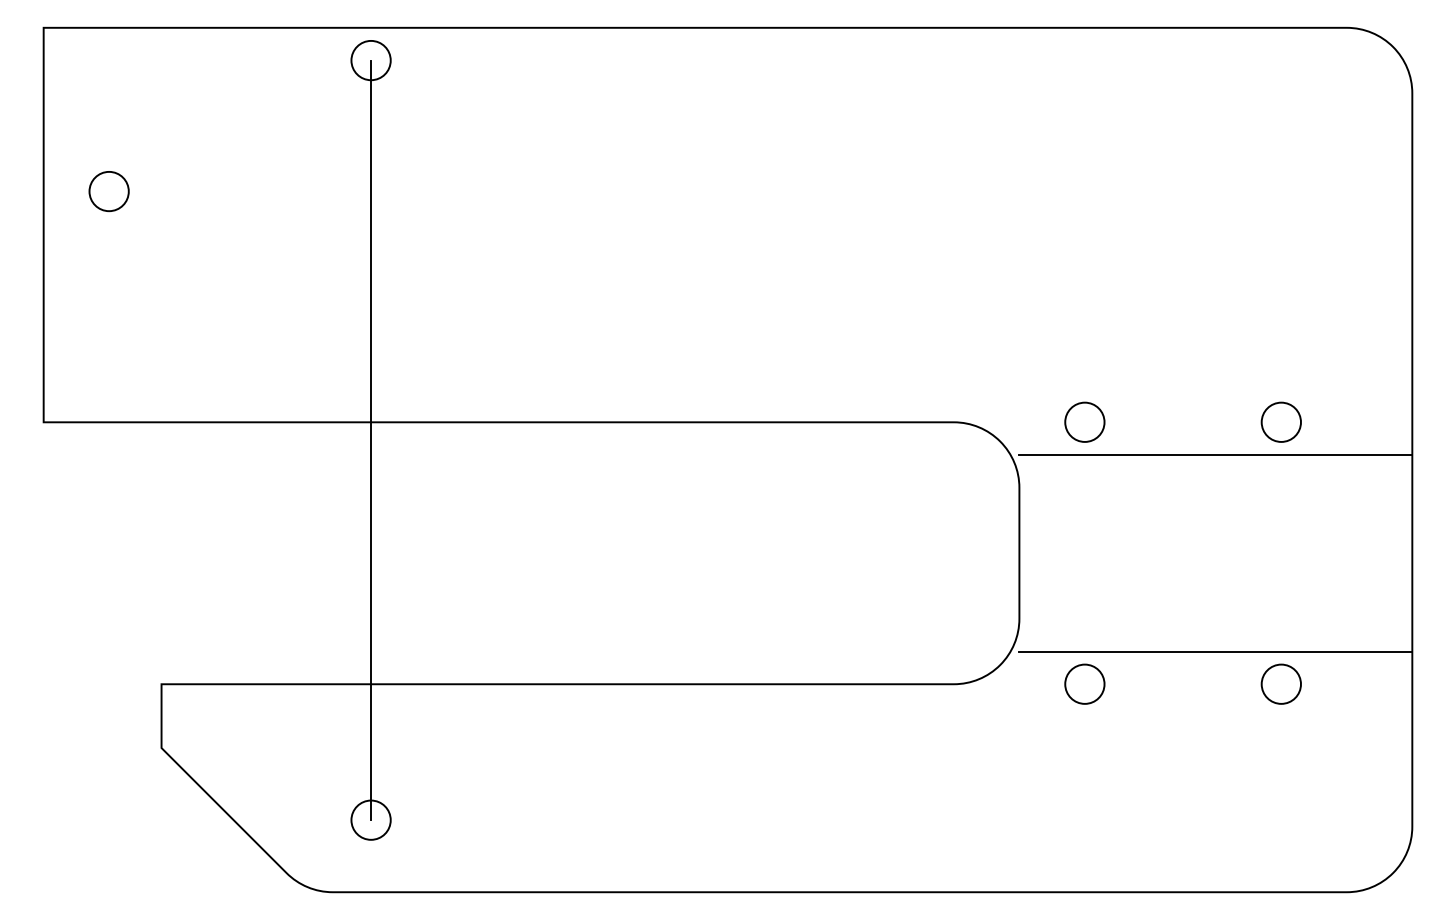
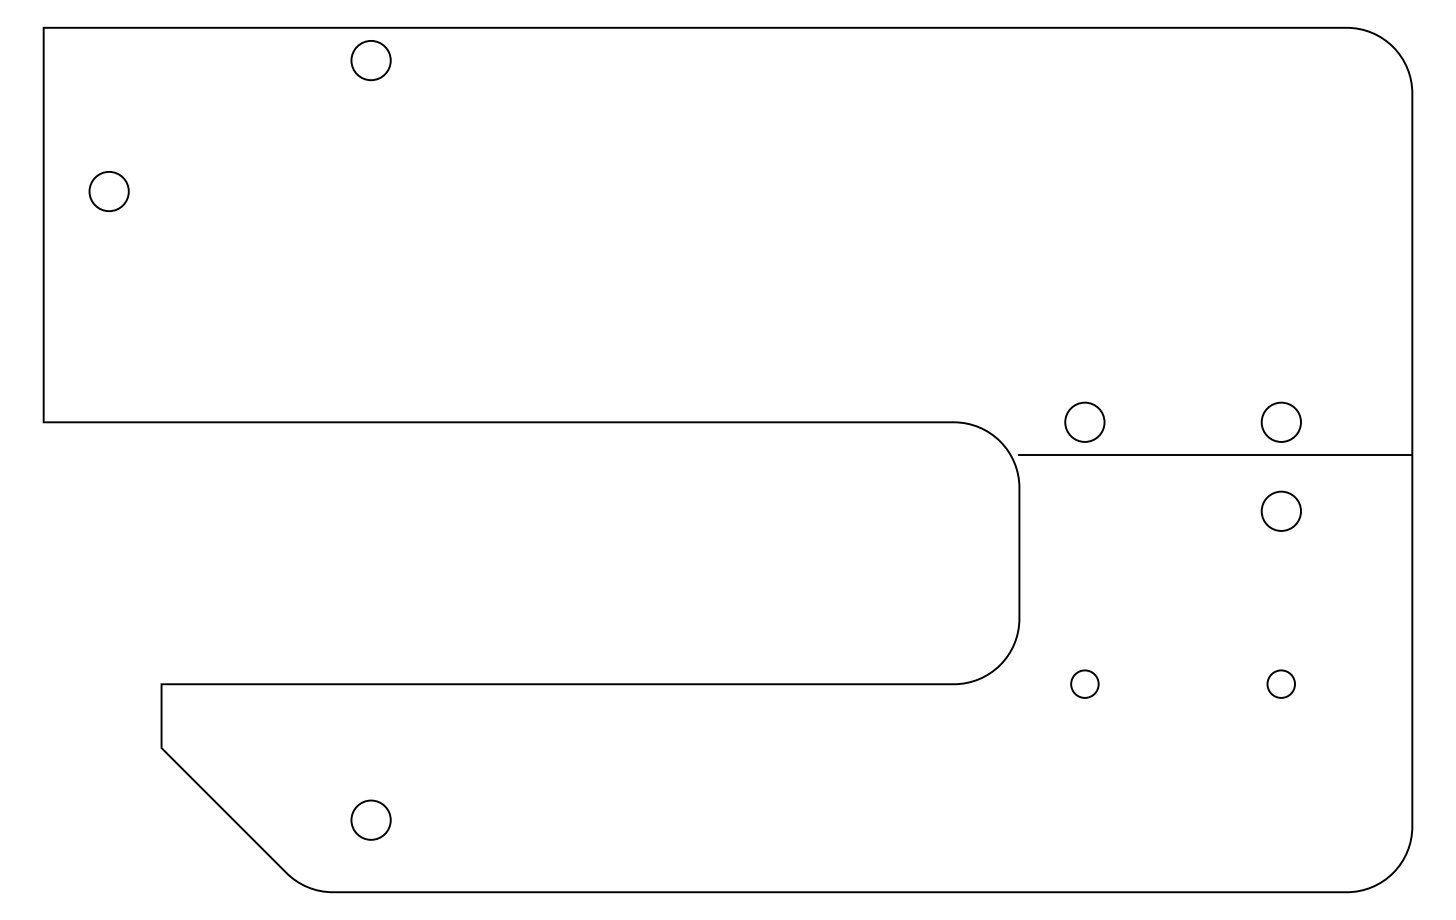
line at (371, 440): present -> none
circle at (1280, 510): none -> present
line at (1215, 651): present -> none
circle at (1084, 683) size: 42x42 px -> 30x30 px
circle at (1280, 683) size: 42x42 px -> 30x30 px
